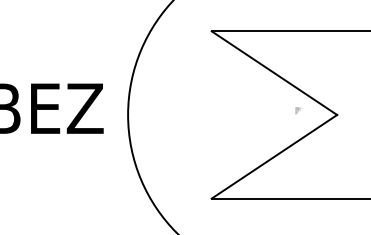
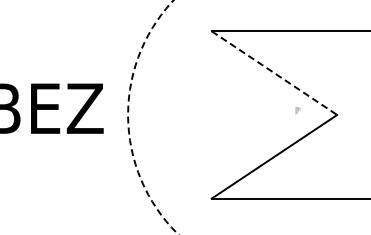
line at (274, 73): solid -> dashed
circle at (153, 117): solid -> dashed
